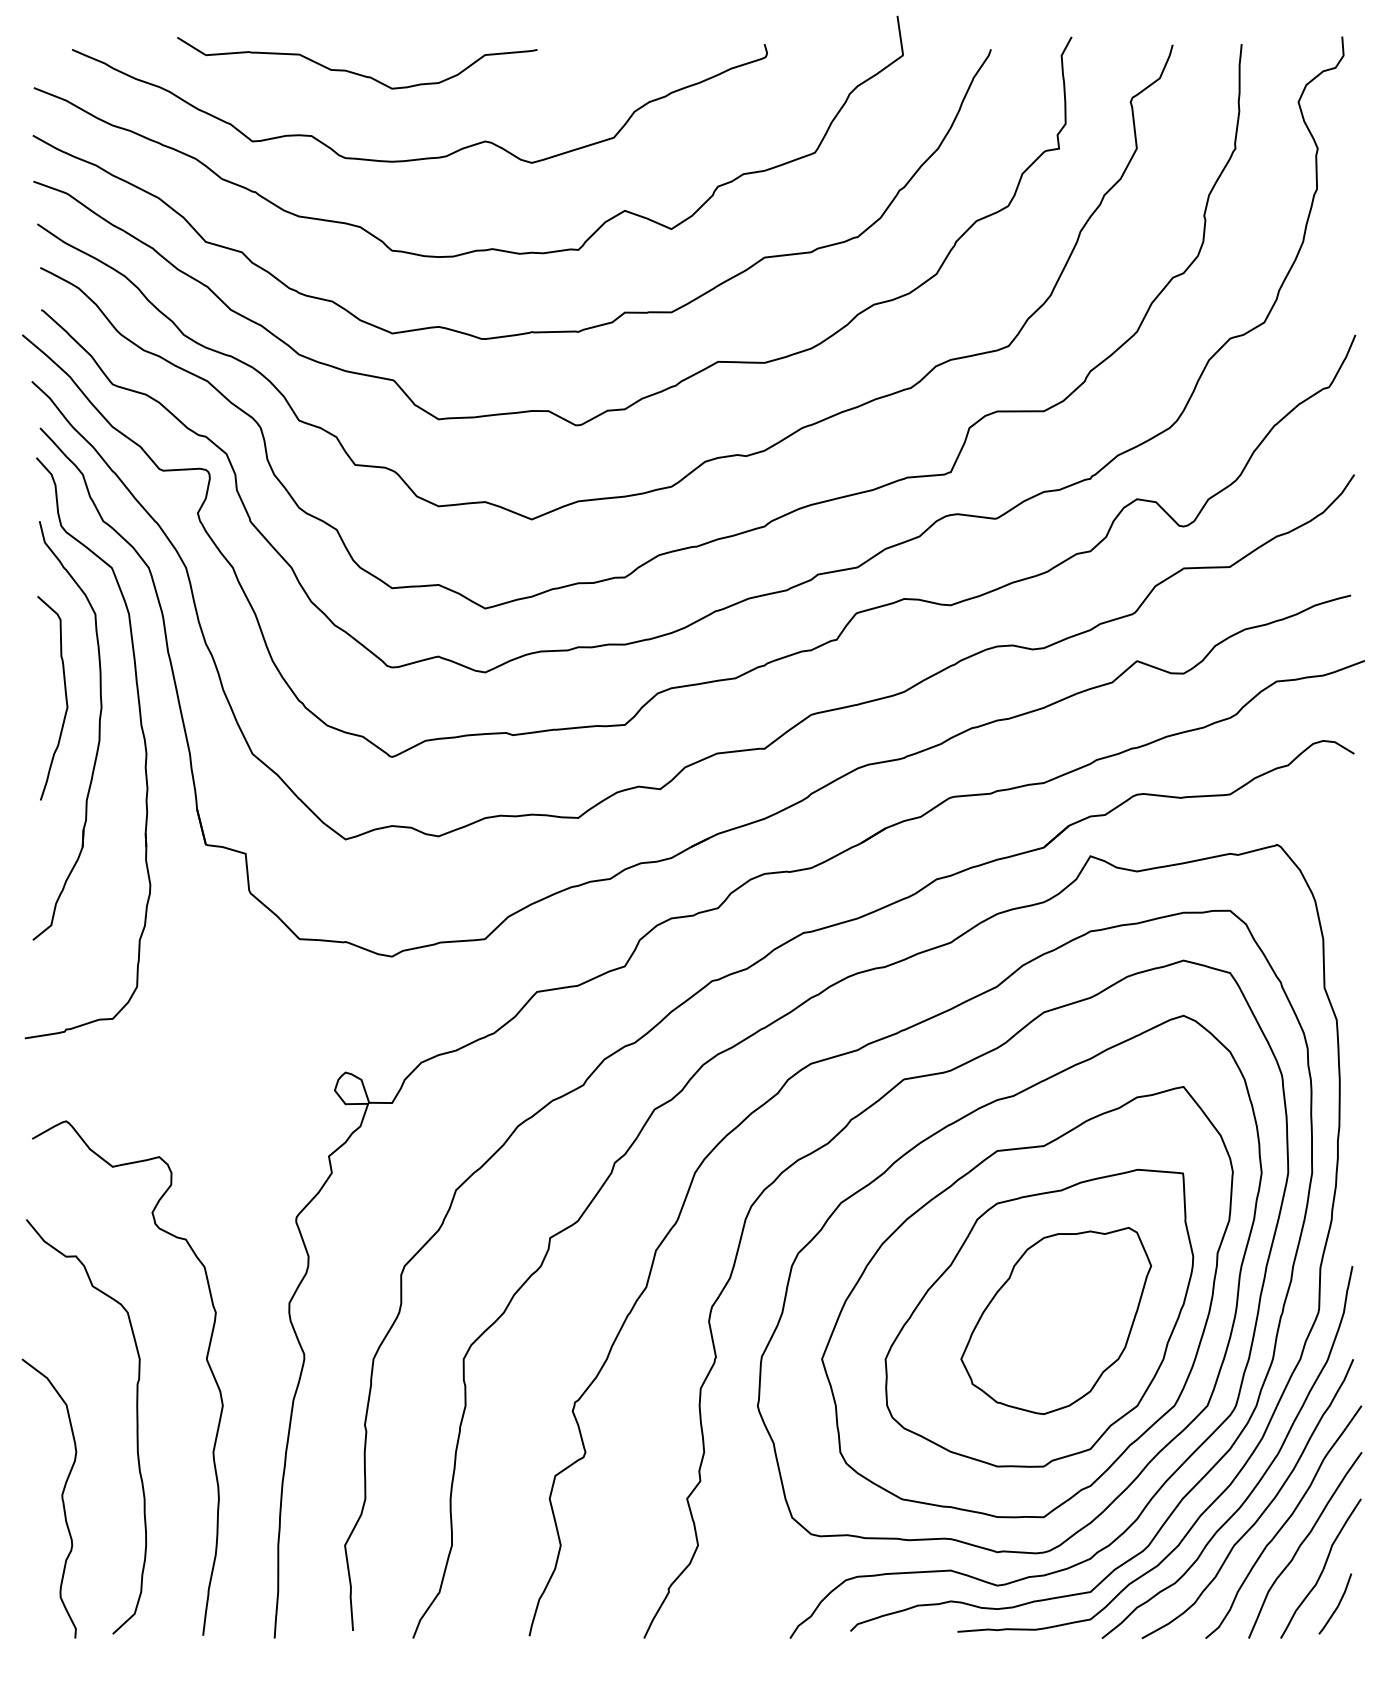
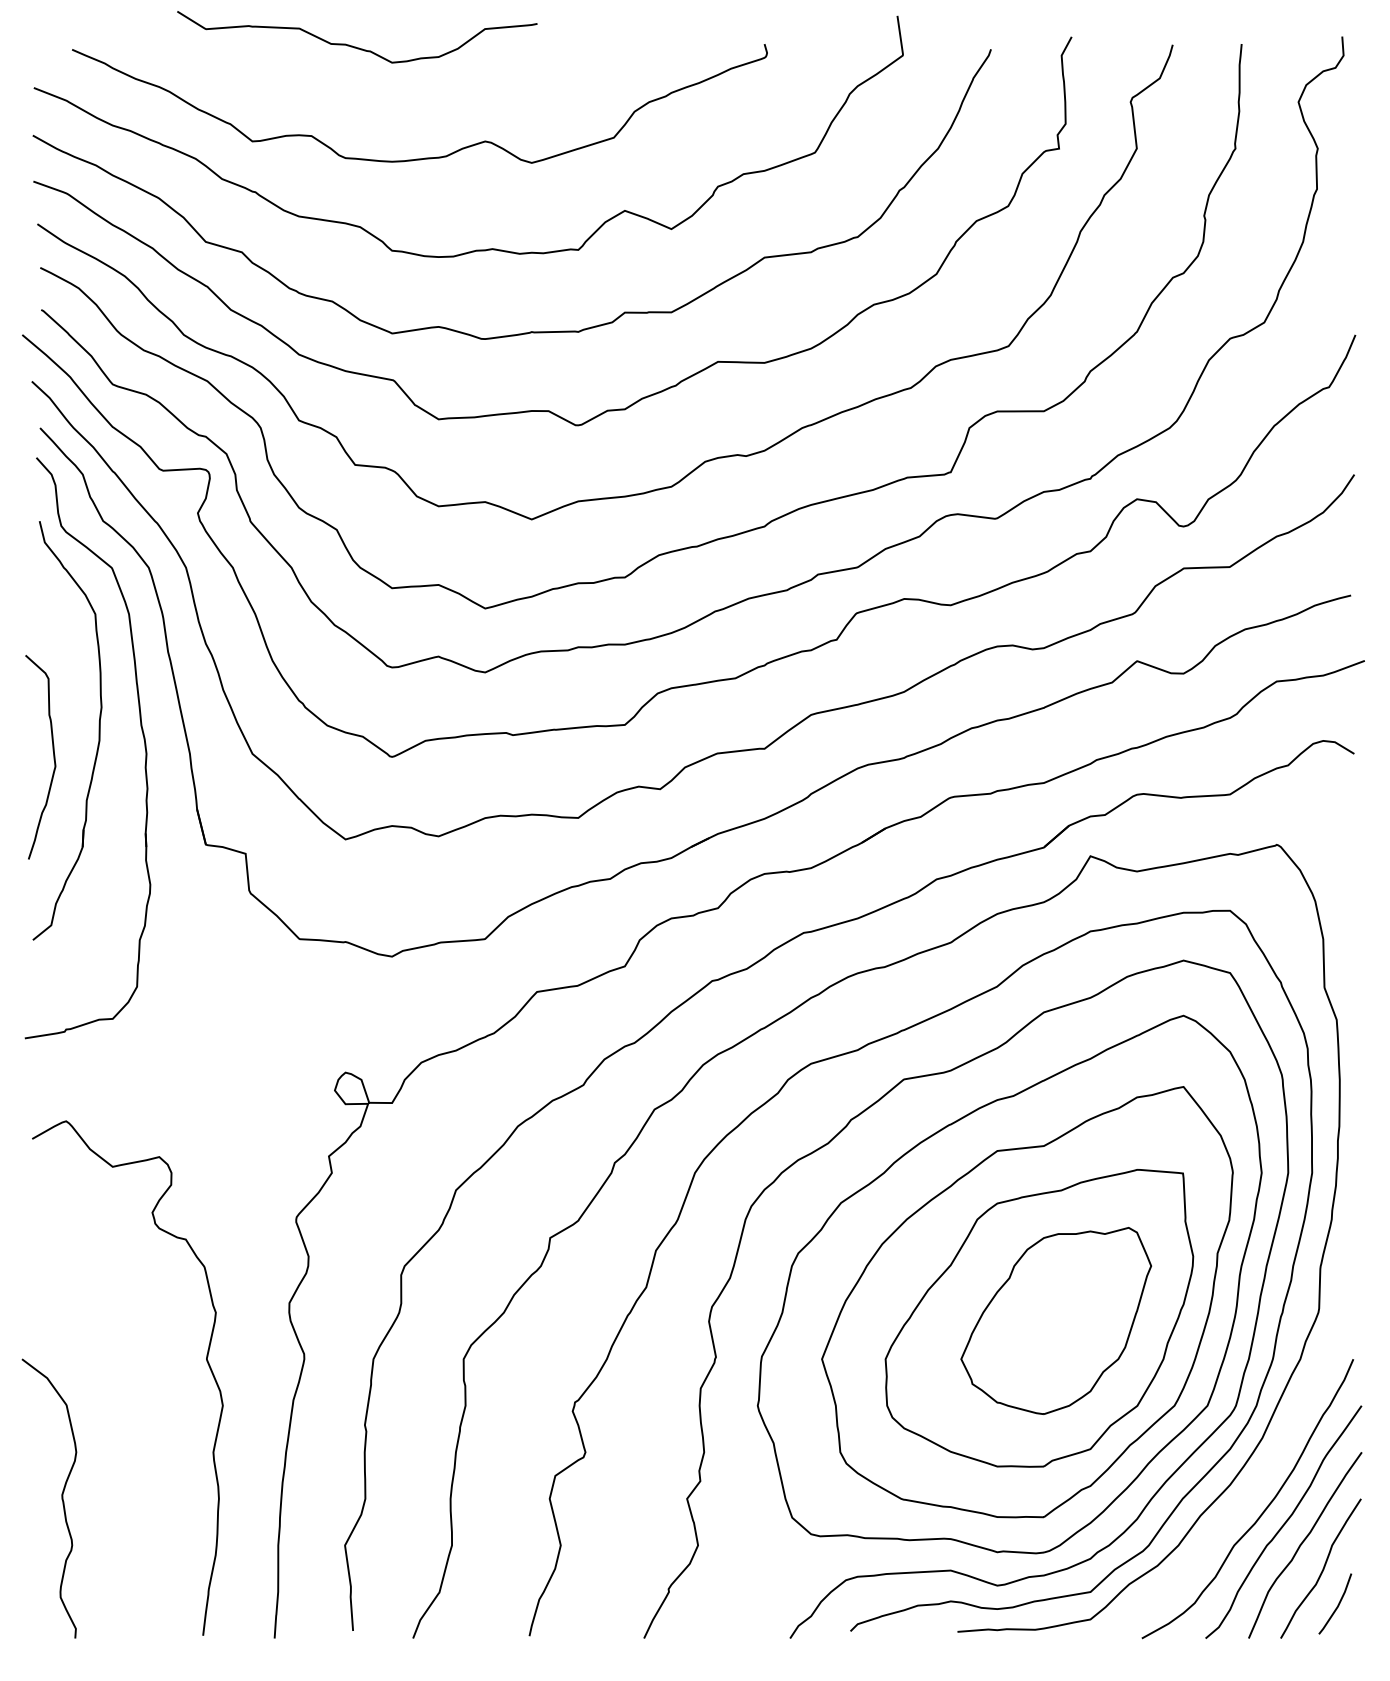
curve at (355, 72) position: (355, 72) -> (355, 46)
curve at (65, 698) position: (65, 698) -> (53, 757)
curve at (136, 1426): present -> none
curve at (1261, 1476): present -> none
